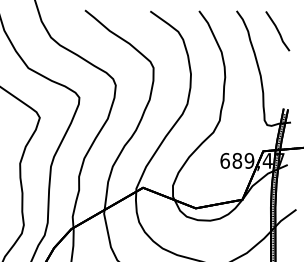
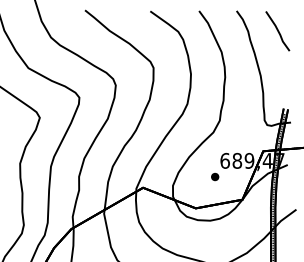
part at (215, 176): none -> present
